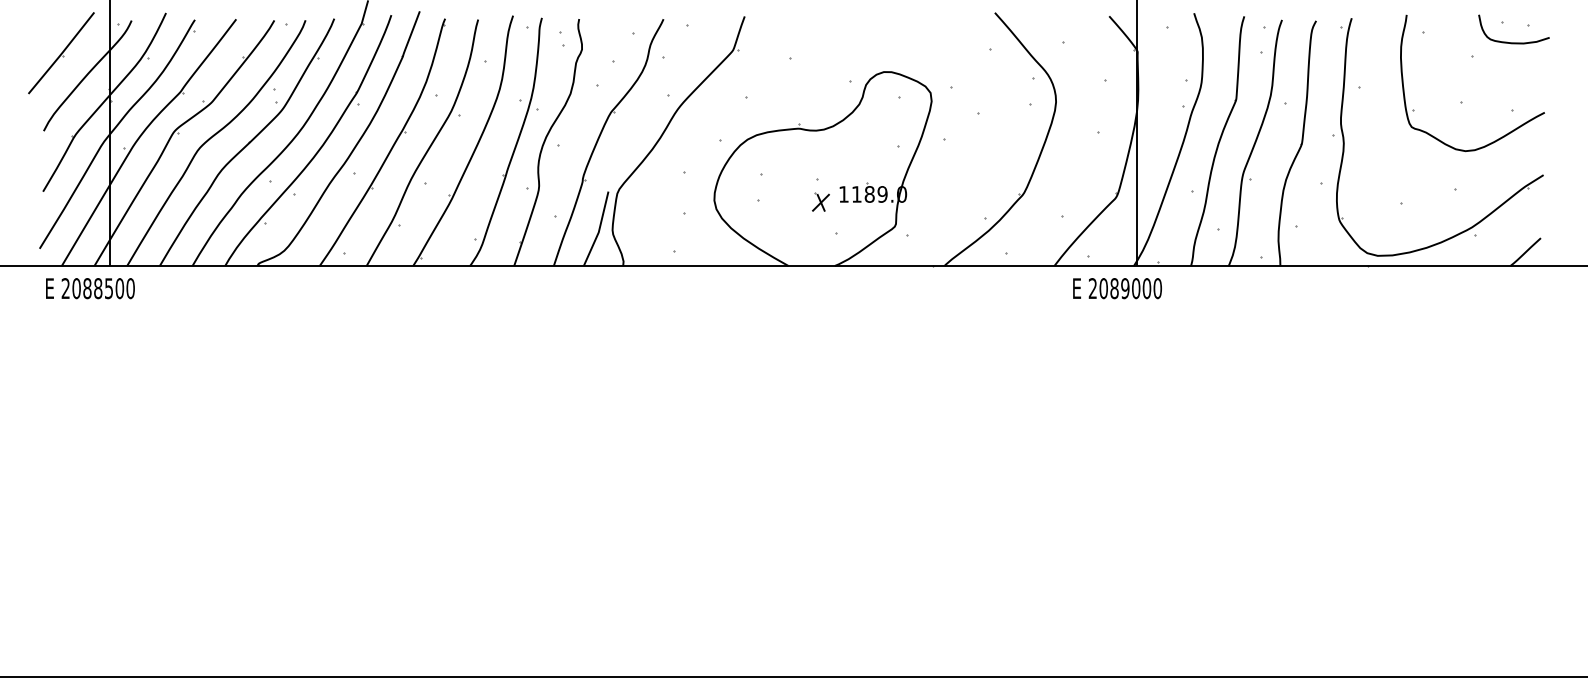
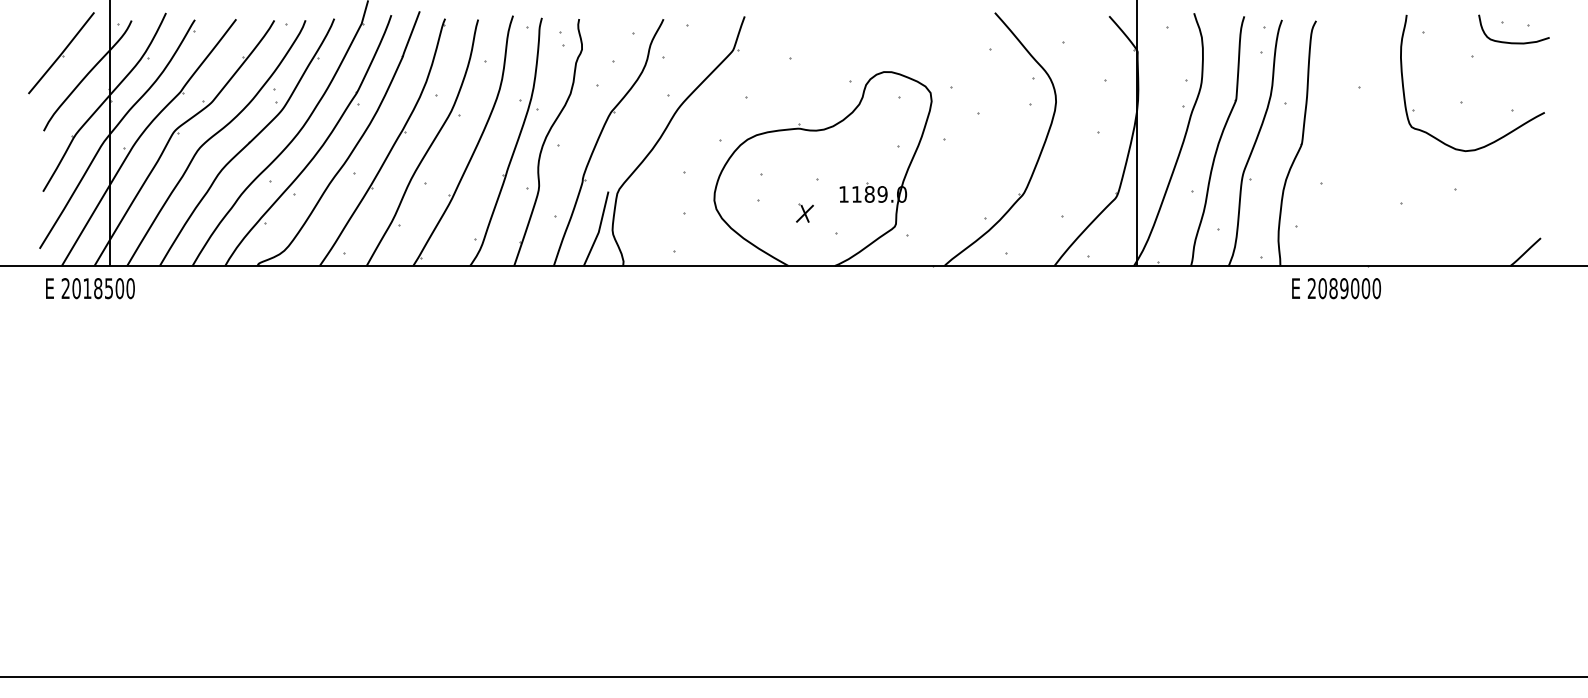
part at (820, 201) position: (820, 201) -> (804, 212)
part at (1496, 207): present -> none
text at (87, 288): 2088500 -> 2018500
text at (1117, 288) position: (1117, 288) -> (1336, 288)
